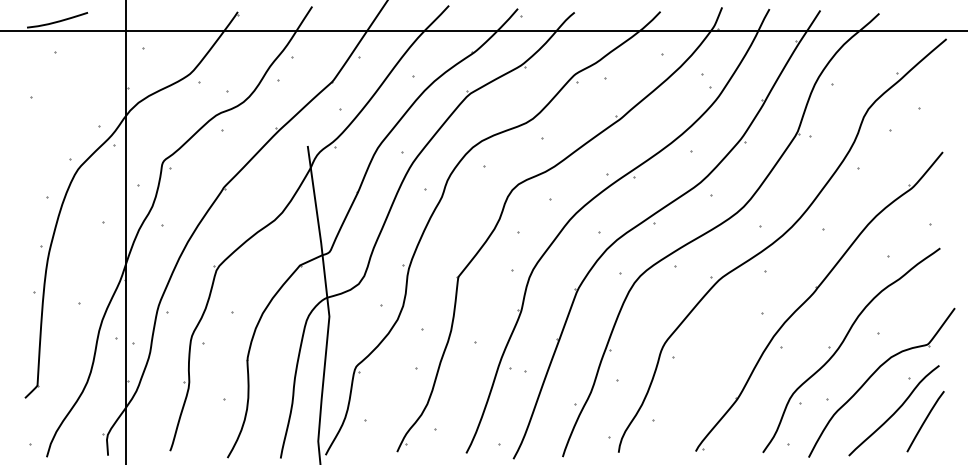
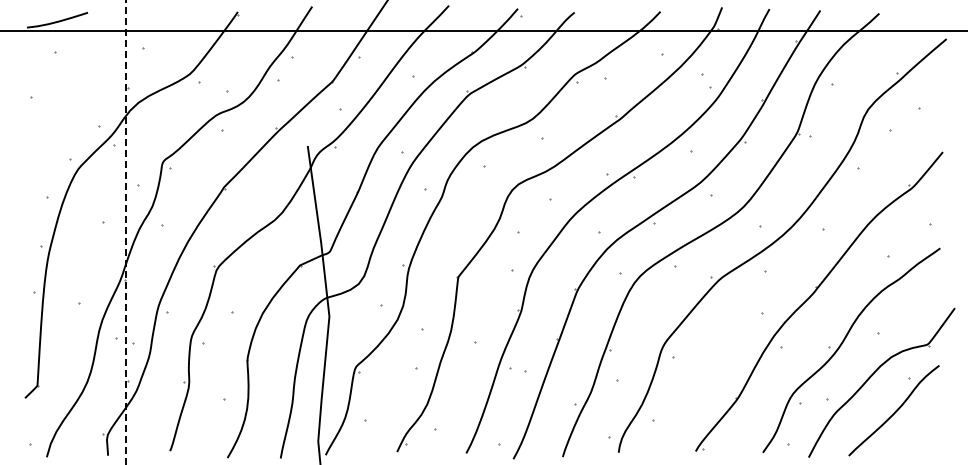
line at (126, 232): solid -> dashed
curve at (925, 421): present -> none
